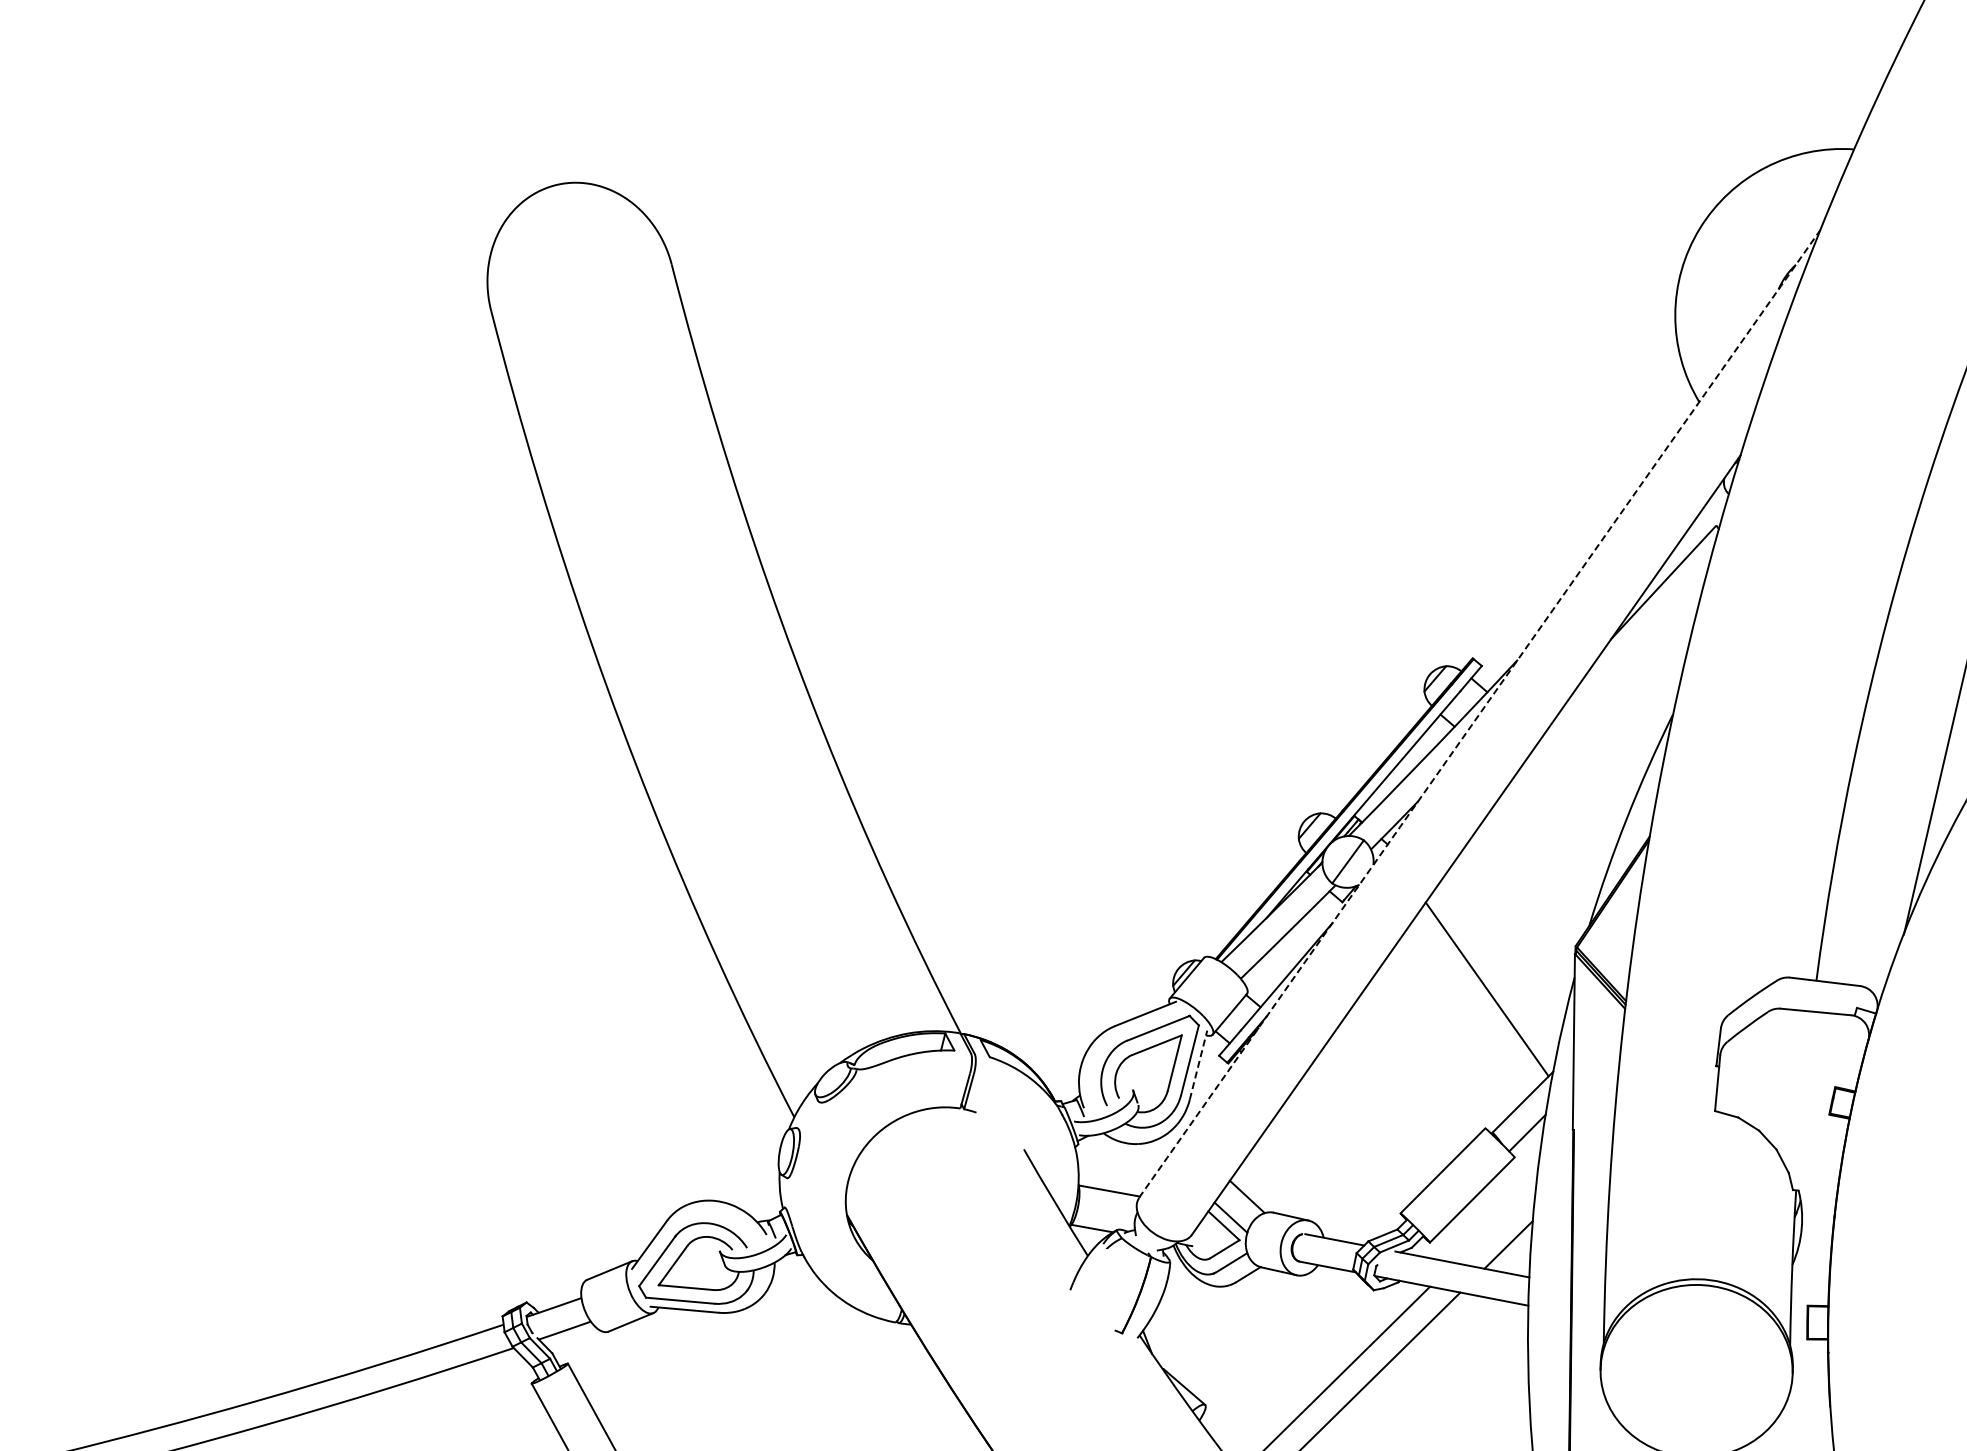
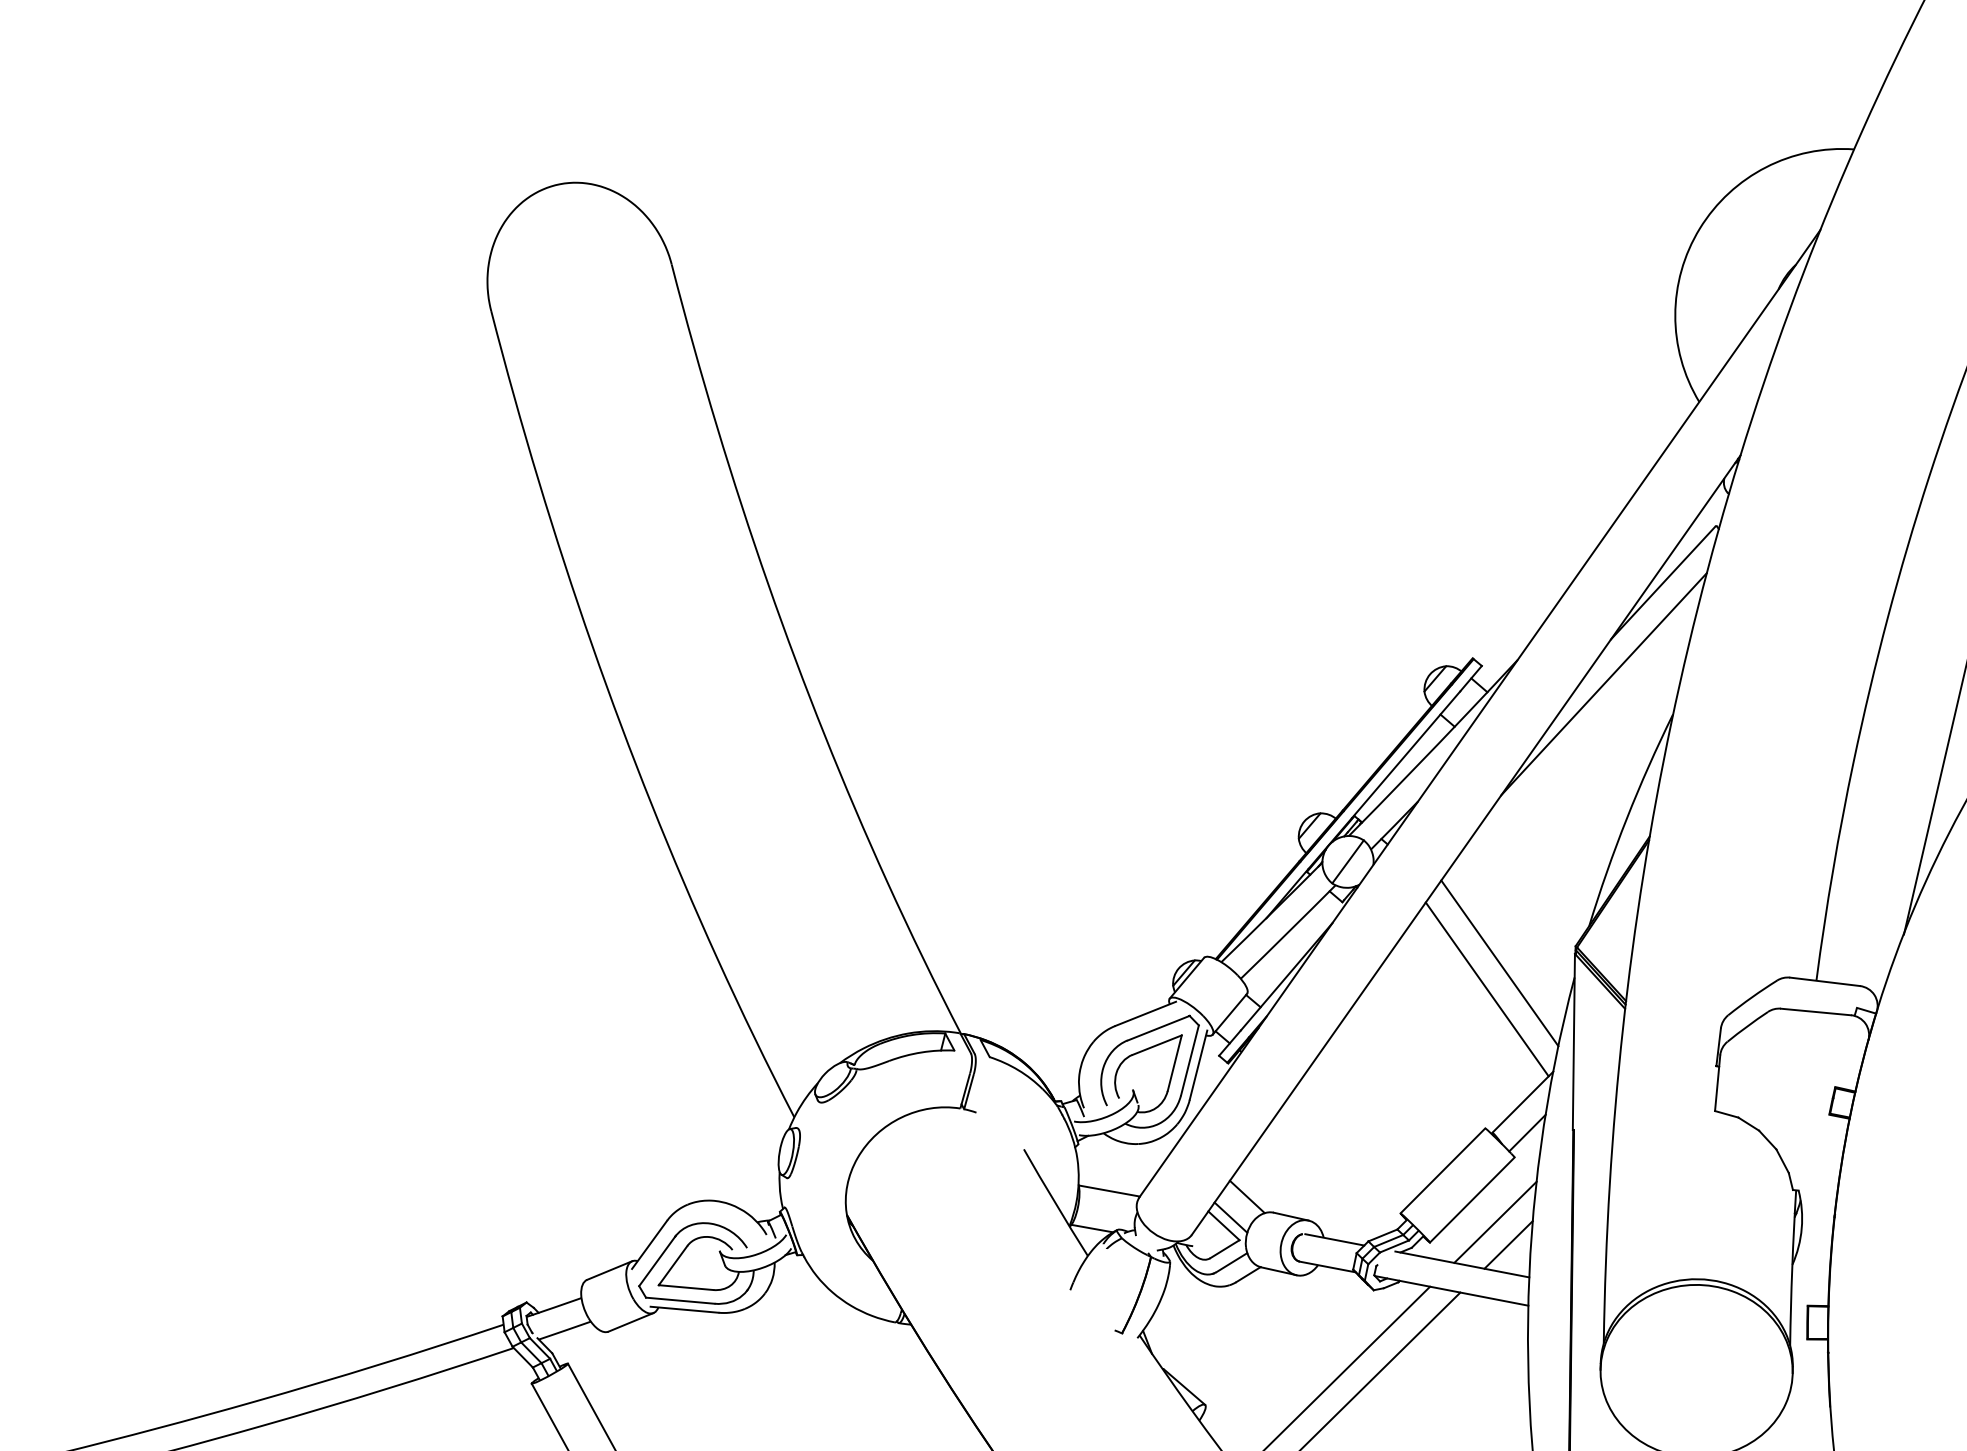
line at (1603, 684): none -> present
line at (1479, 713): dashed -> solid
line at (1499, 963): none -> present
line at (1198, 1065): dashed -> solid
line at (1495, 1221): none -> present
